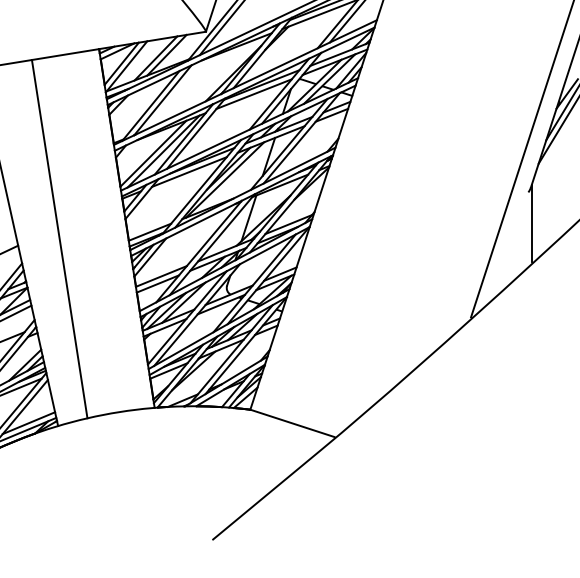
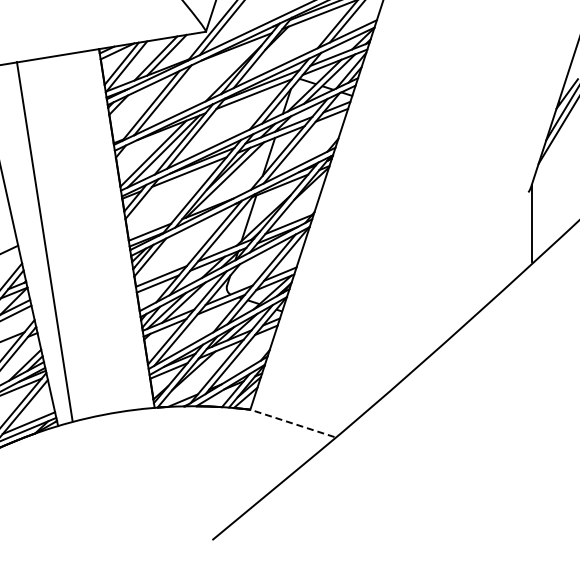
line at (522, 159): present -> none
line at (59, 239) position: (59, 239) -> (44, 241)
line at (291, 423): solid -> dashed
